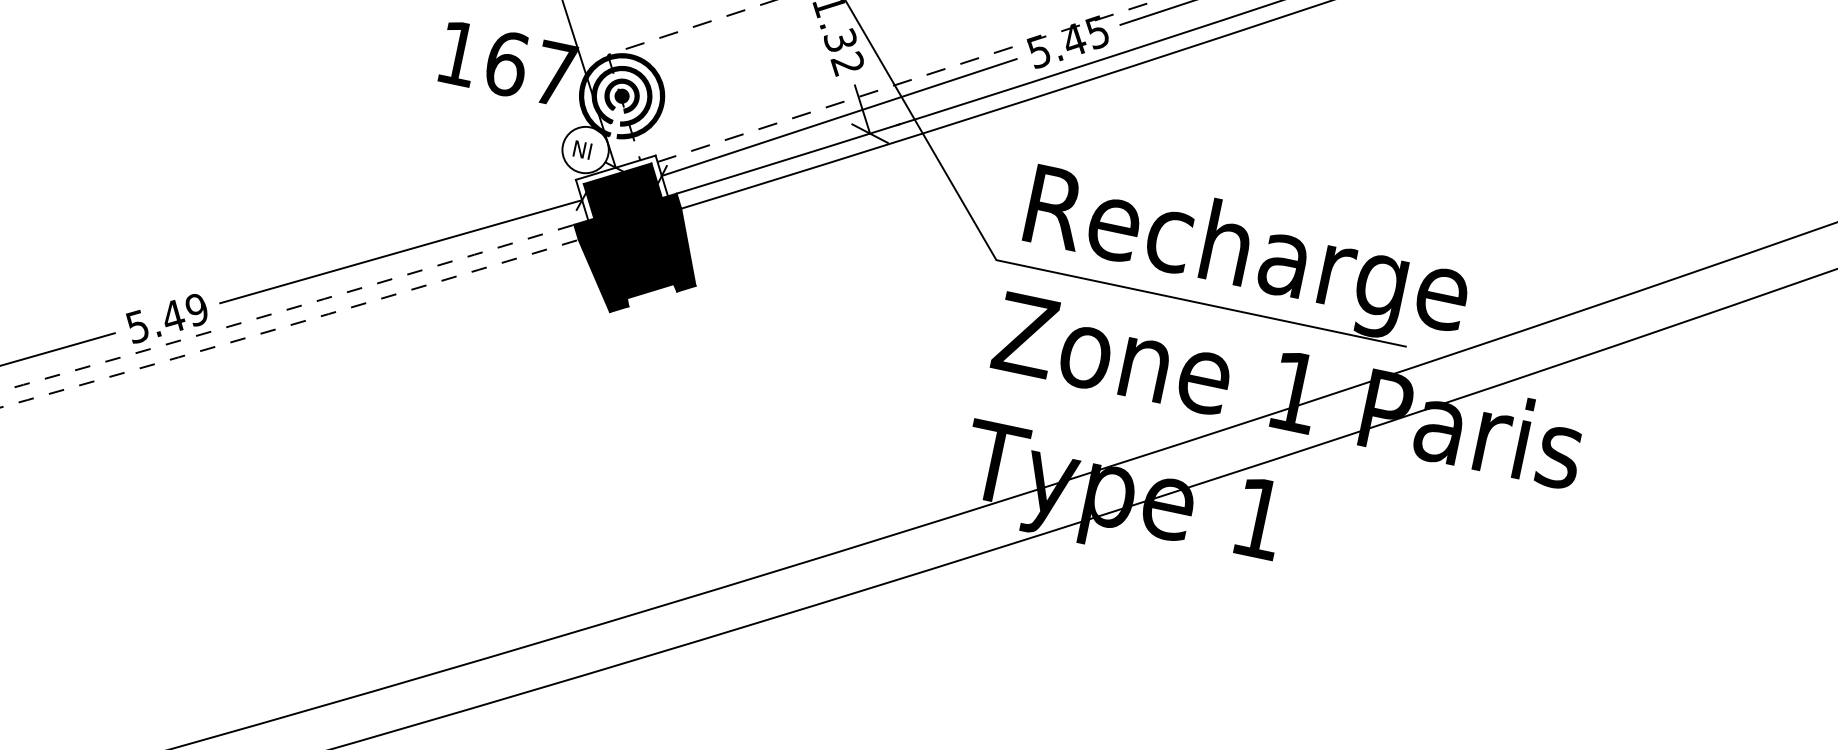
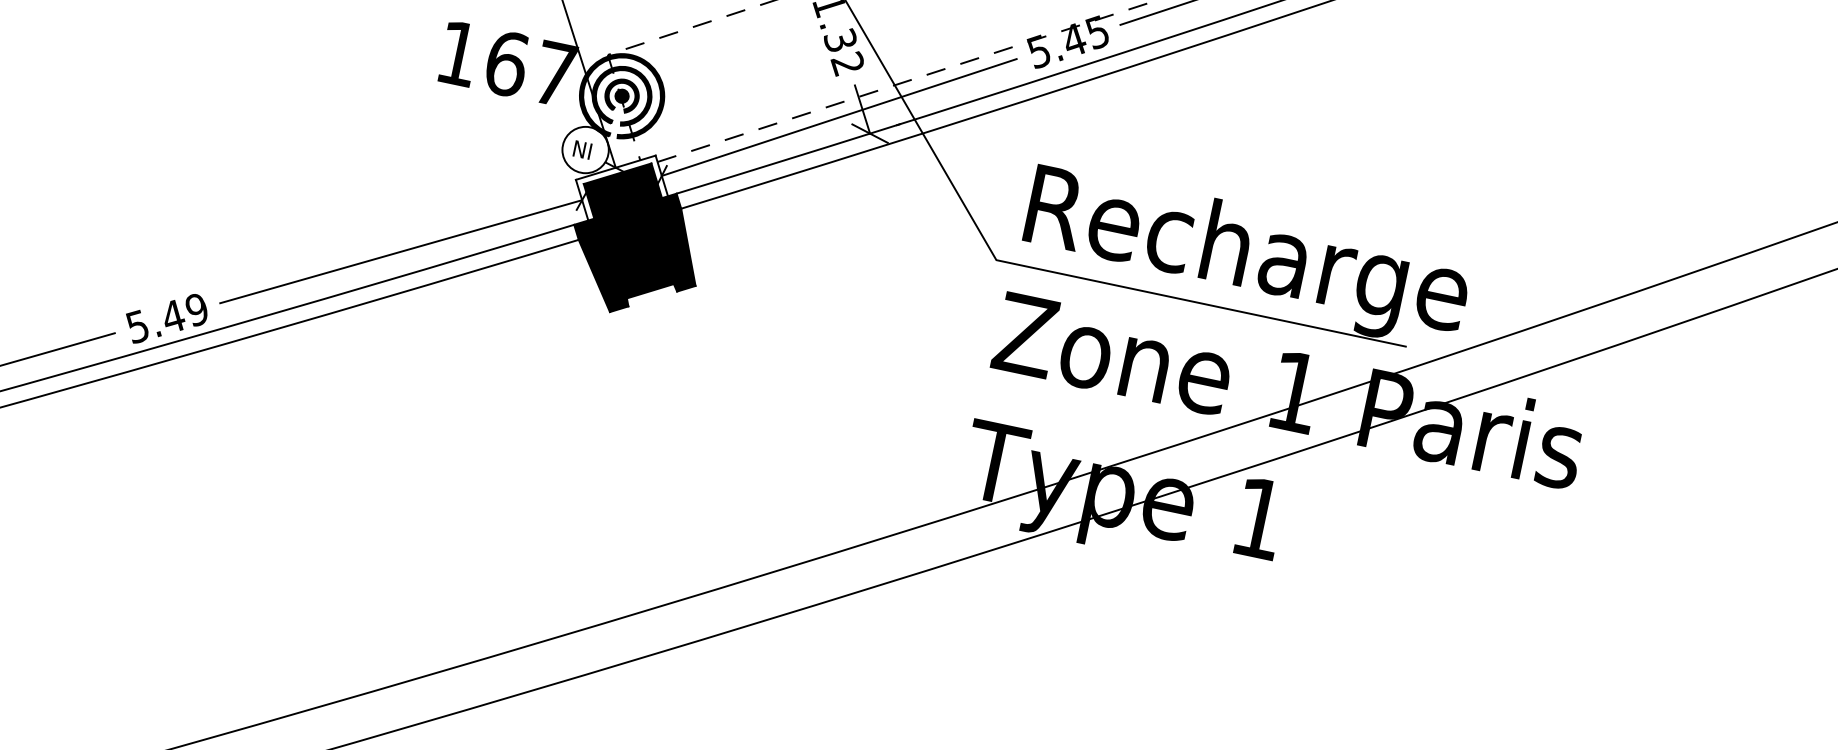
arc at (287, 309): dashed -> solid
arc at (290, 325): dashed -> solid
